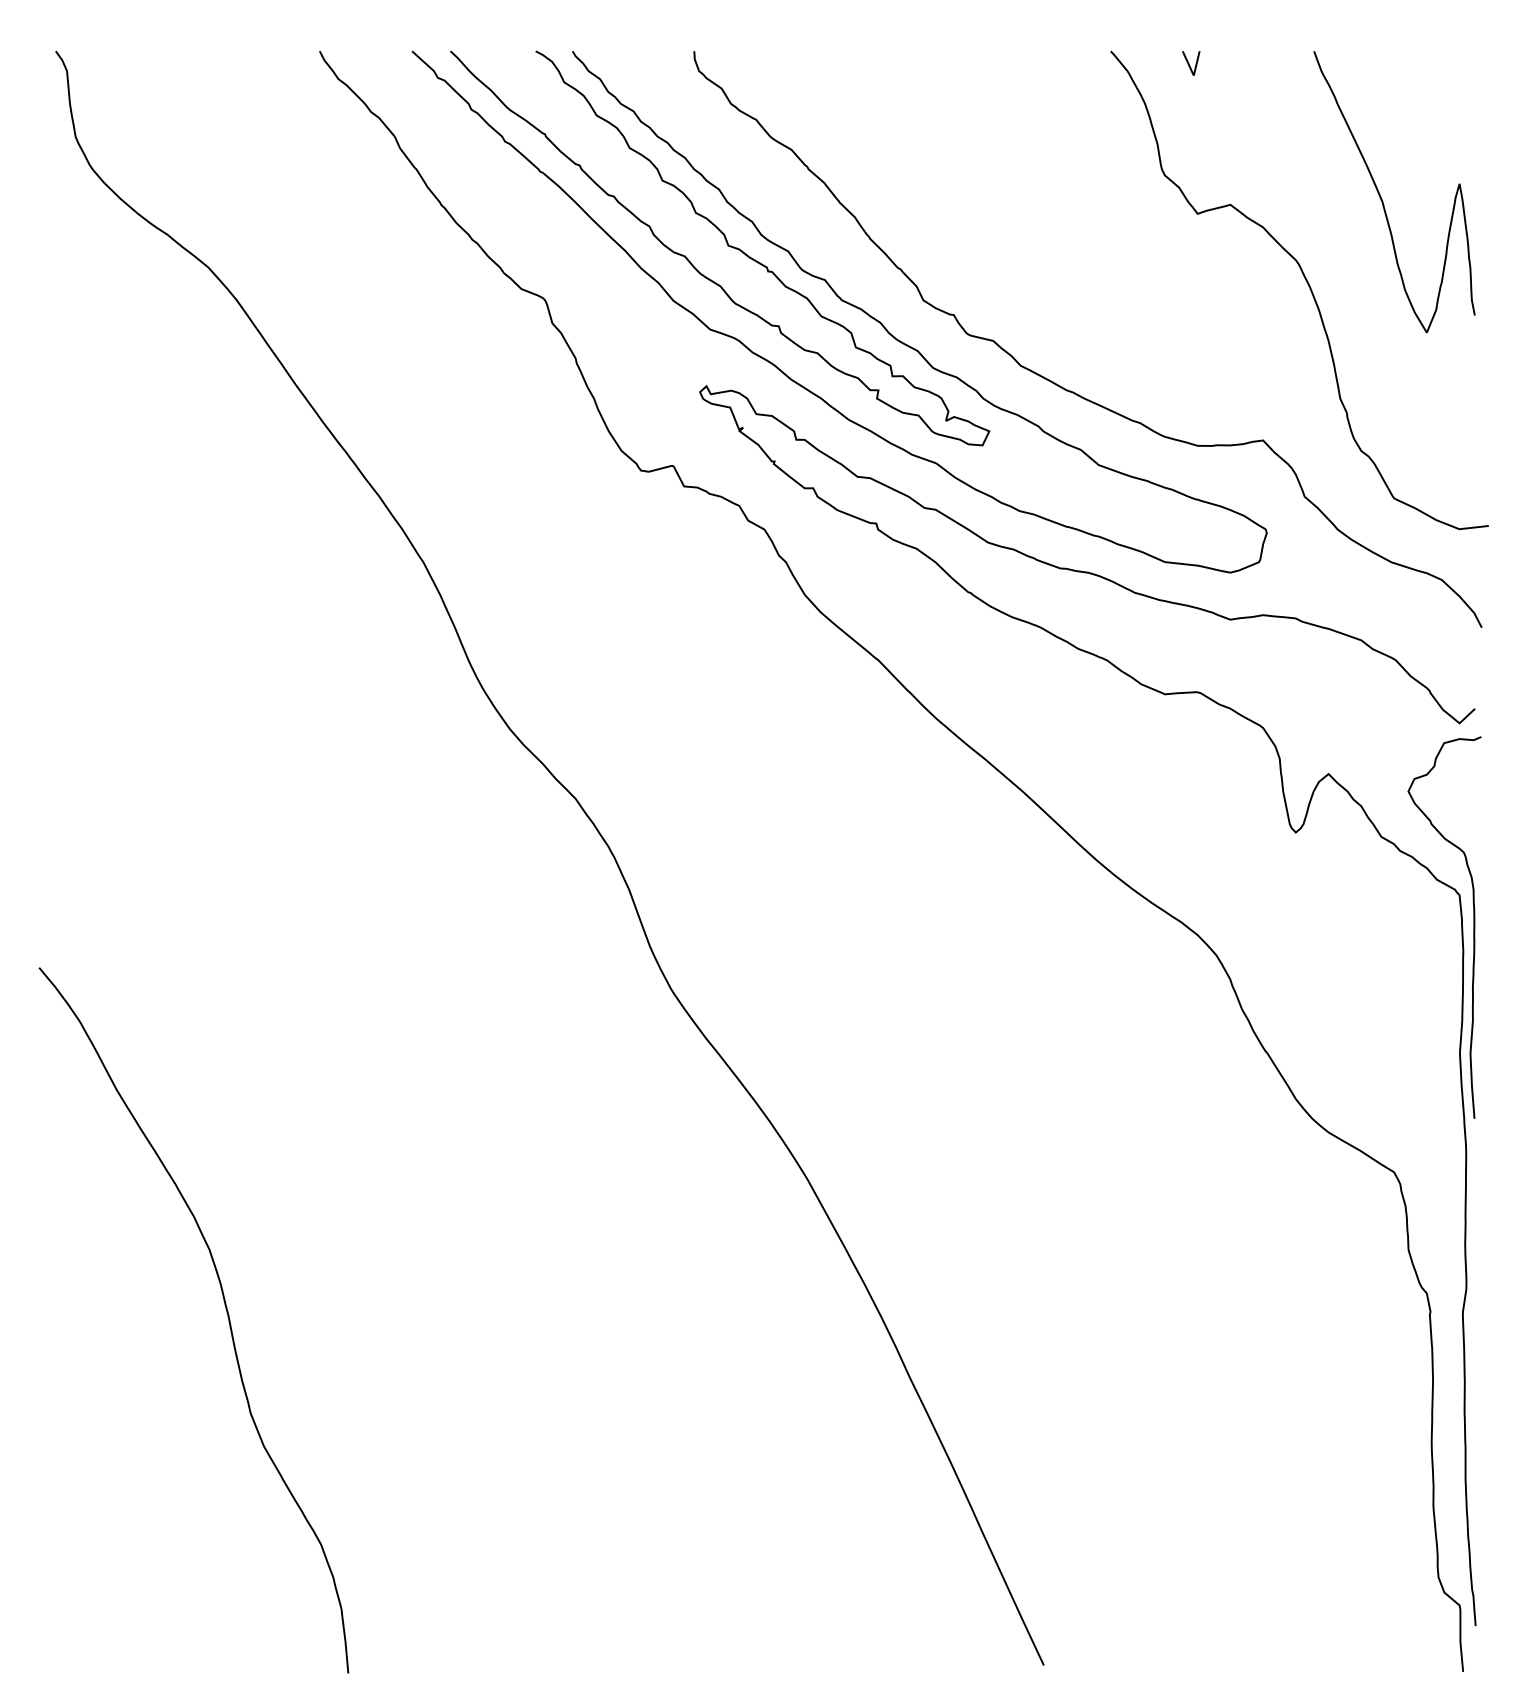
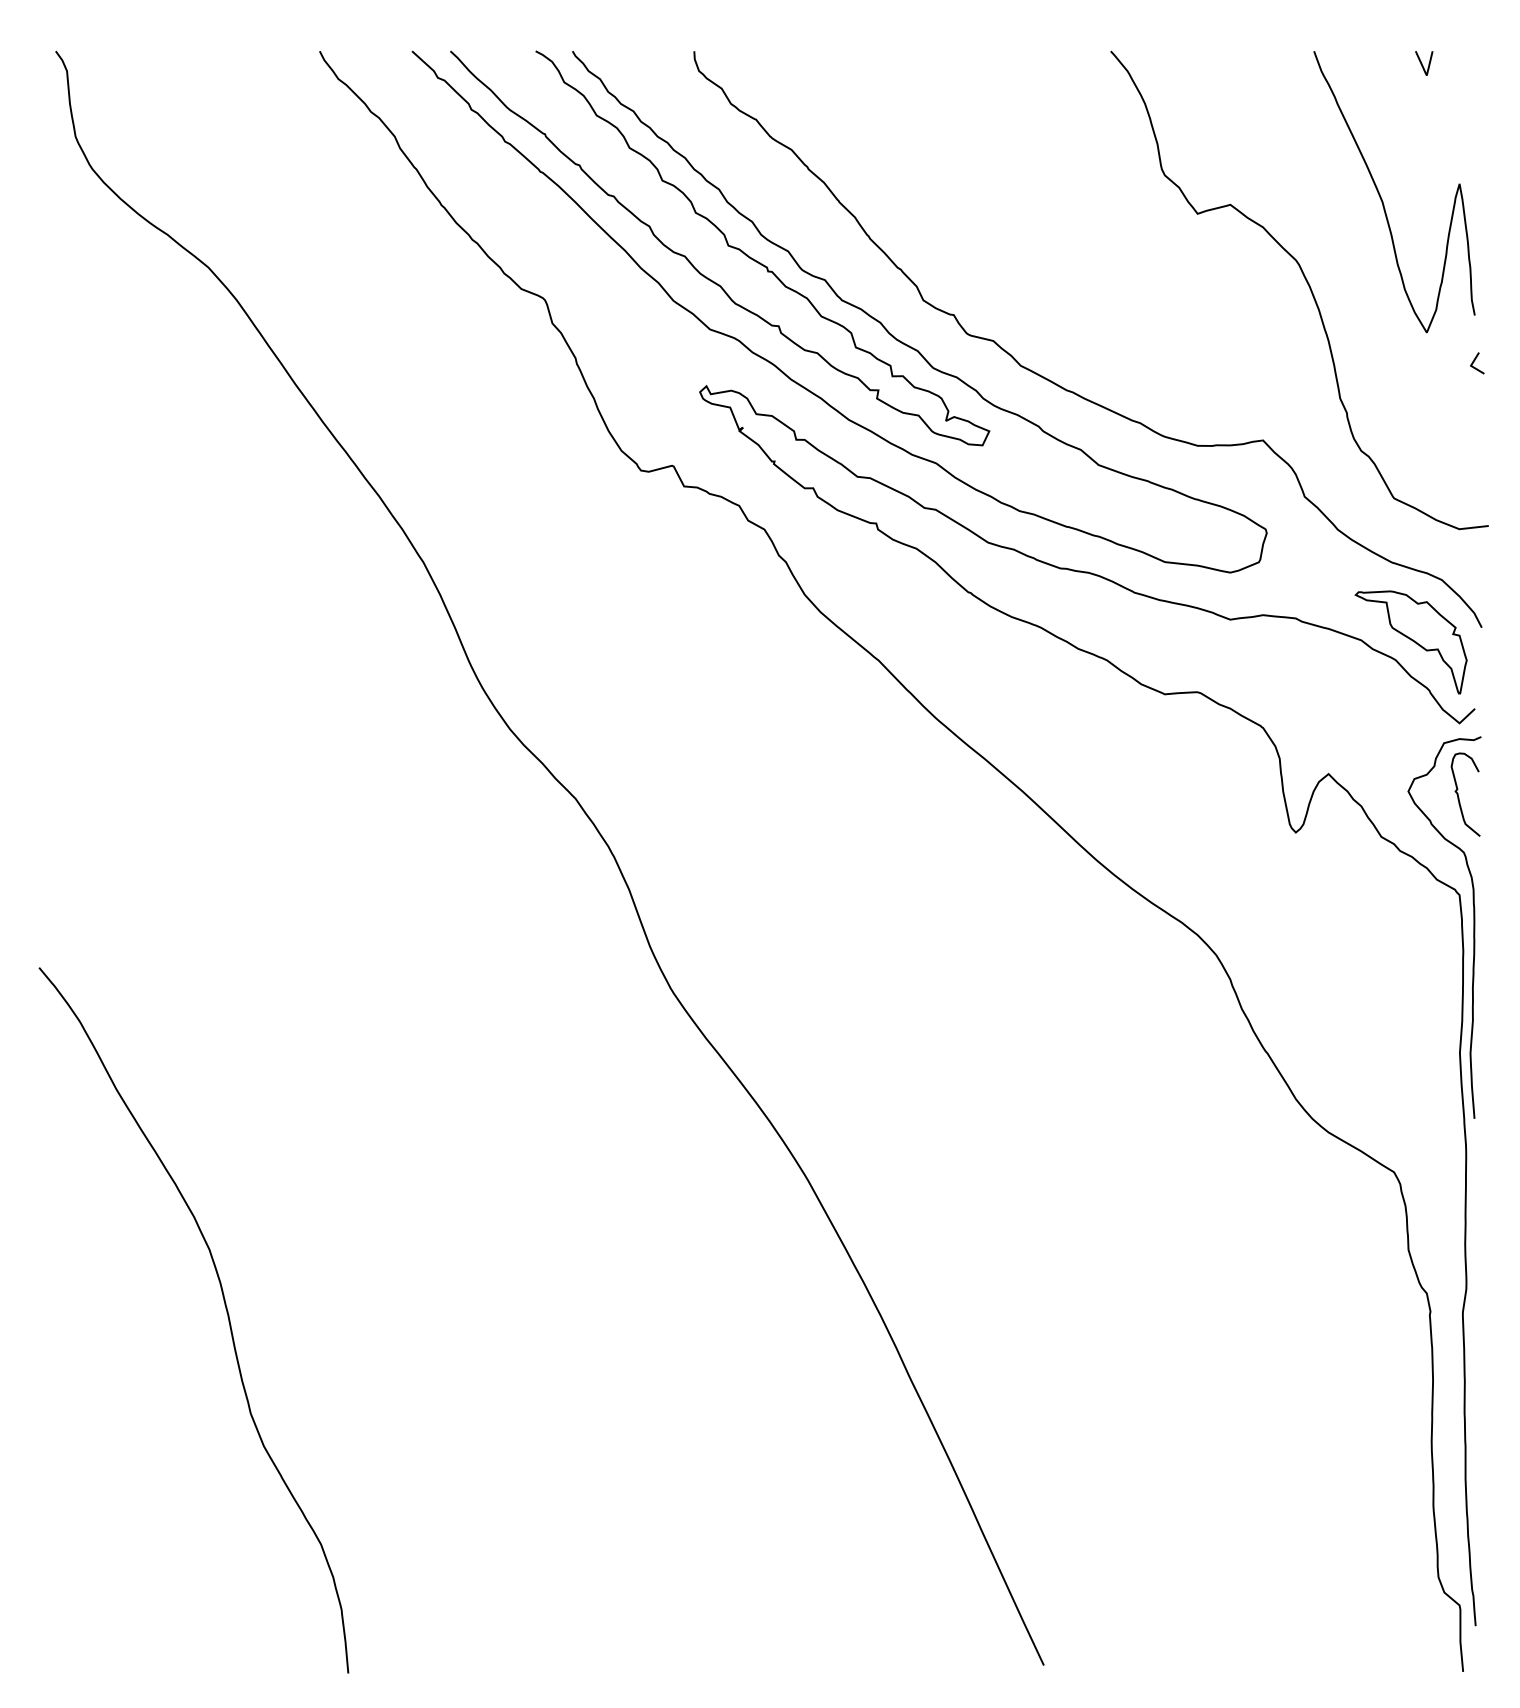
curve at (1189, 63) position: (1189, 63) -> (1422, 63)
line at (1474, 362): none -> present
part at (1410, 642): none -> present
curve at (1459, 797): none -> present
